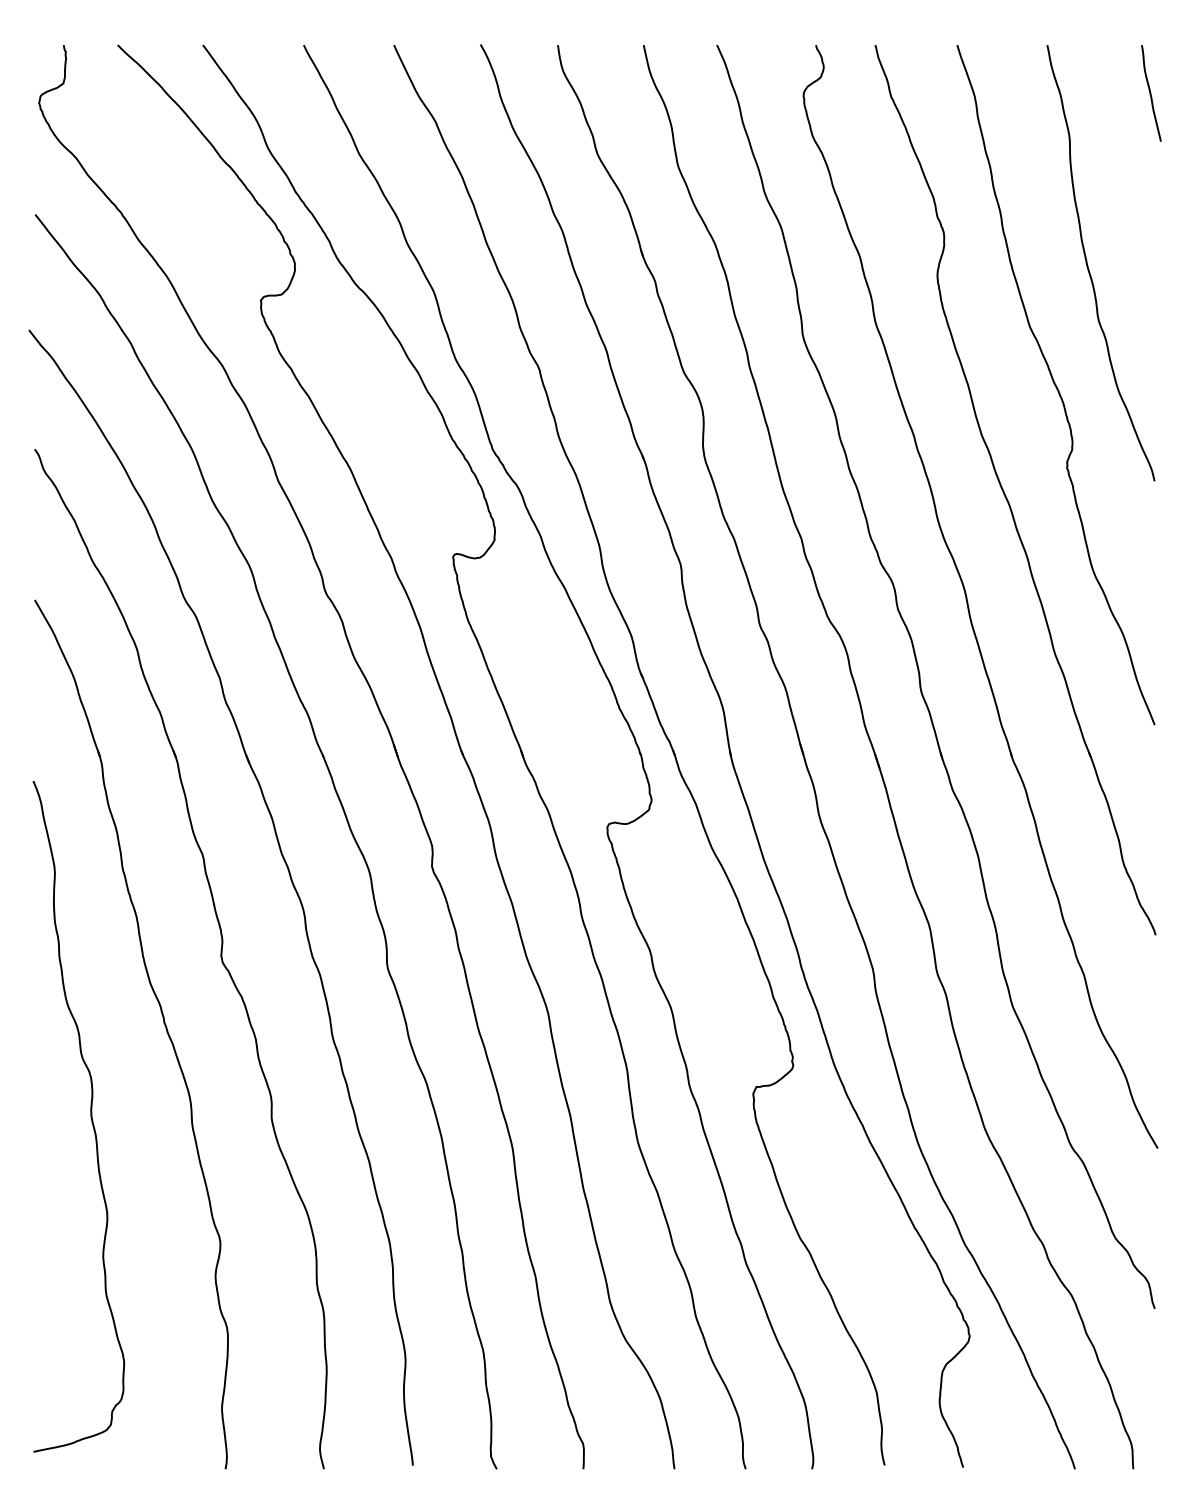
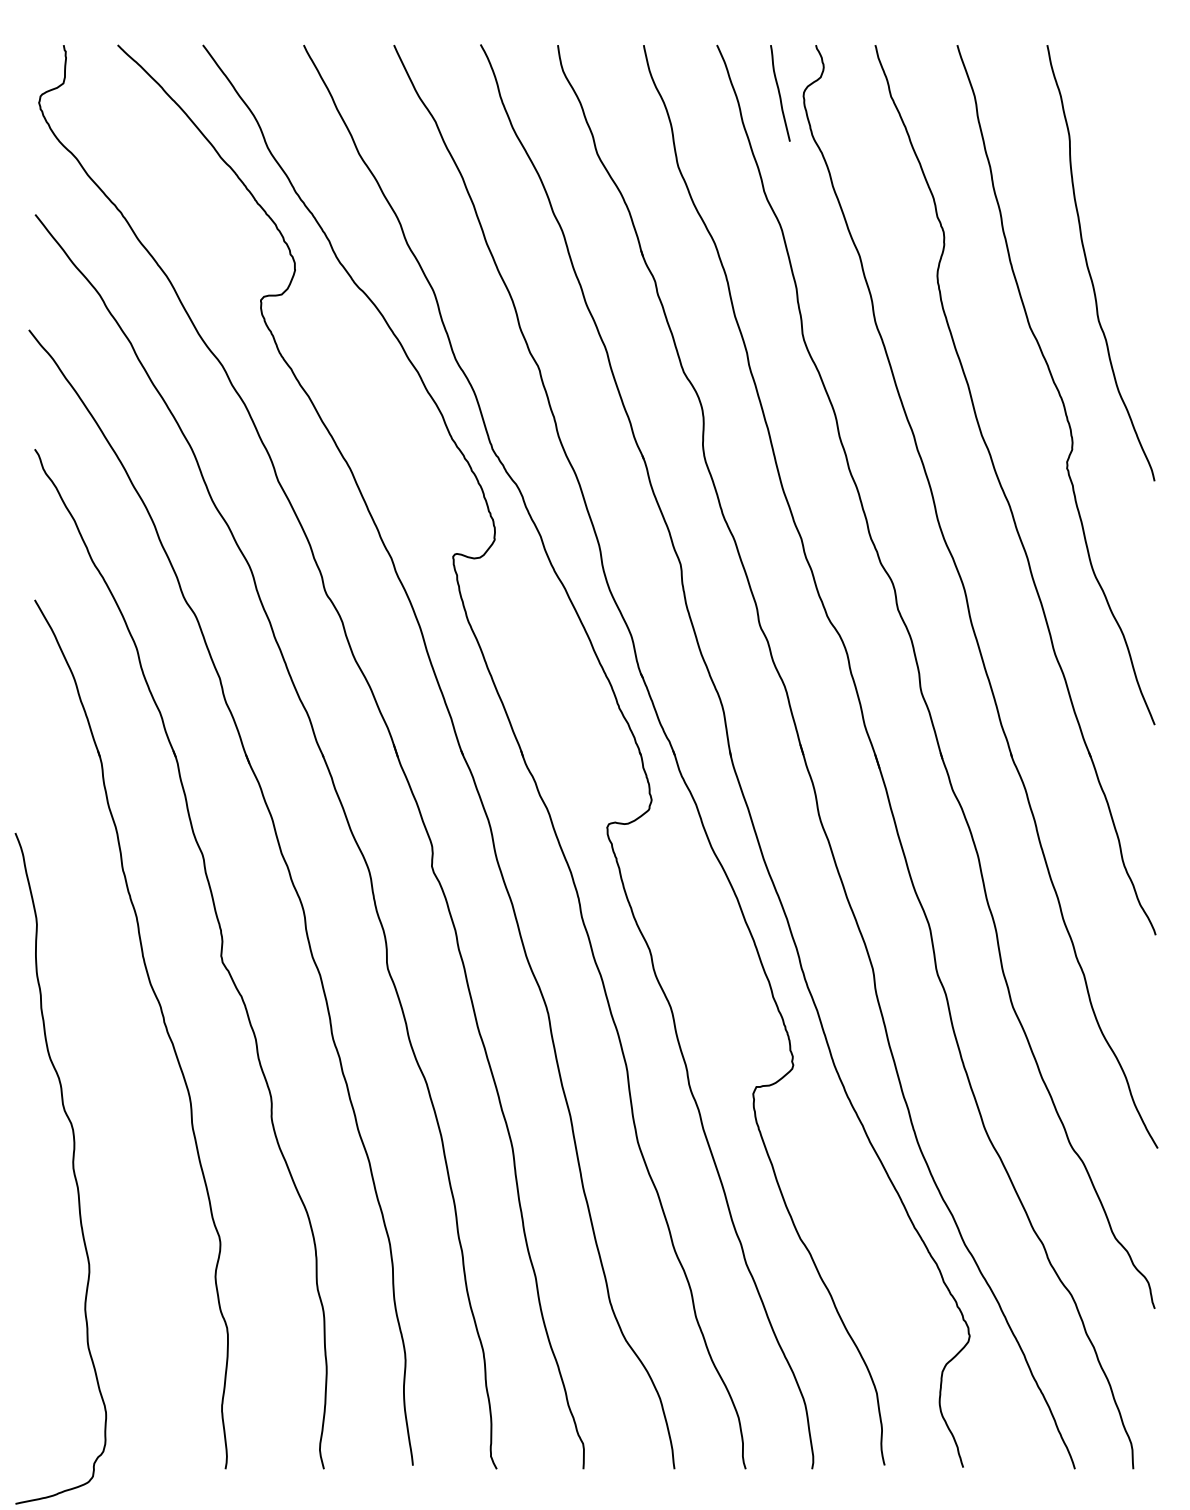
curve at (1151, 93) position: (1151, 93) -> (780, 93)
curve at (90, 1116) position: (90, 1116) -> (72, 1168)
